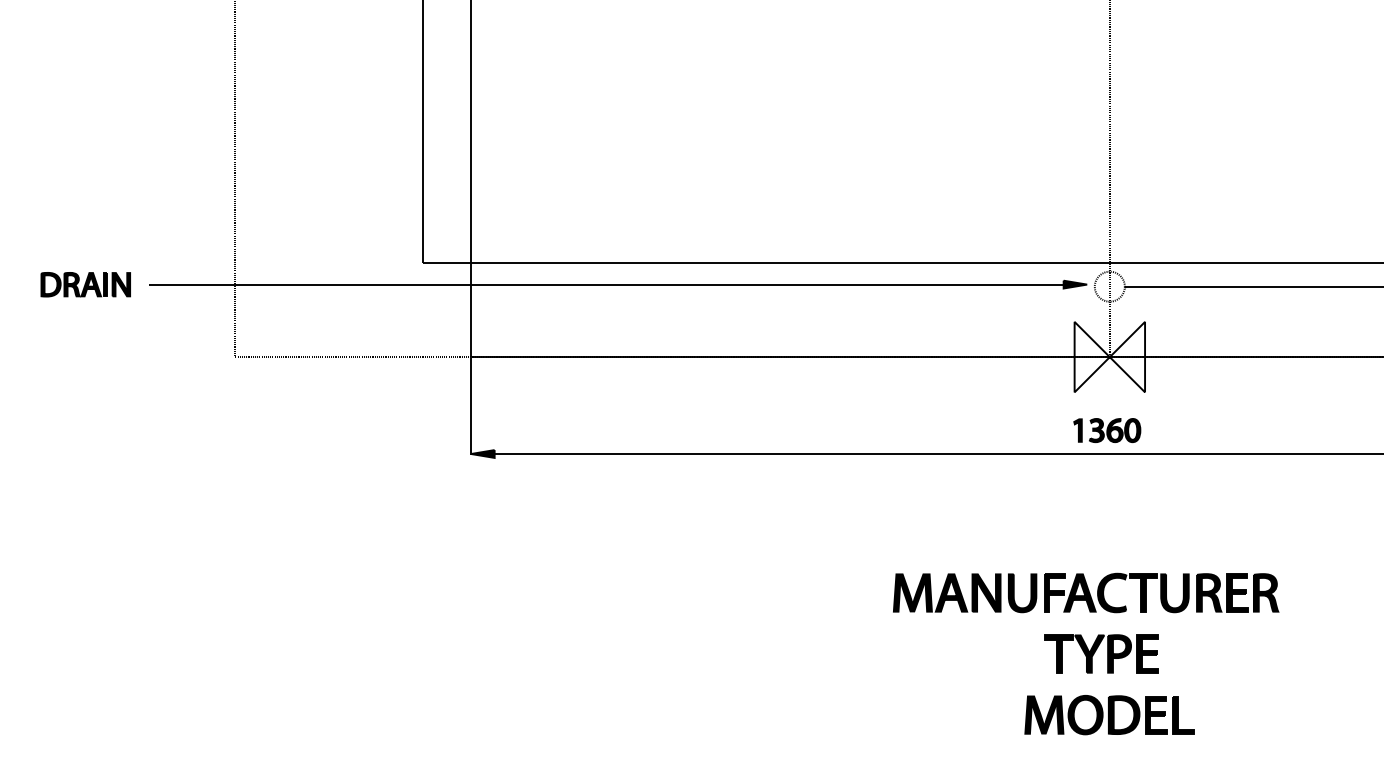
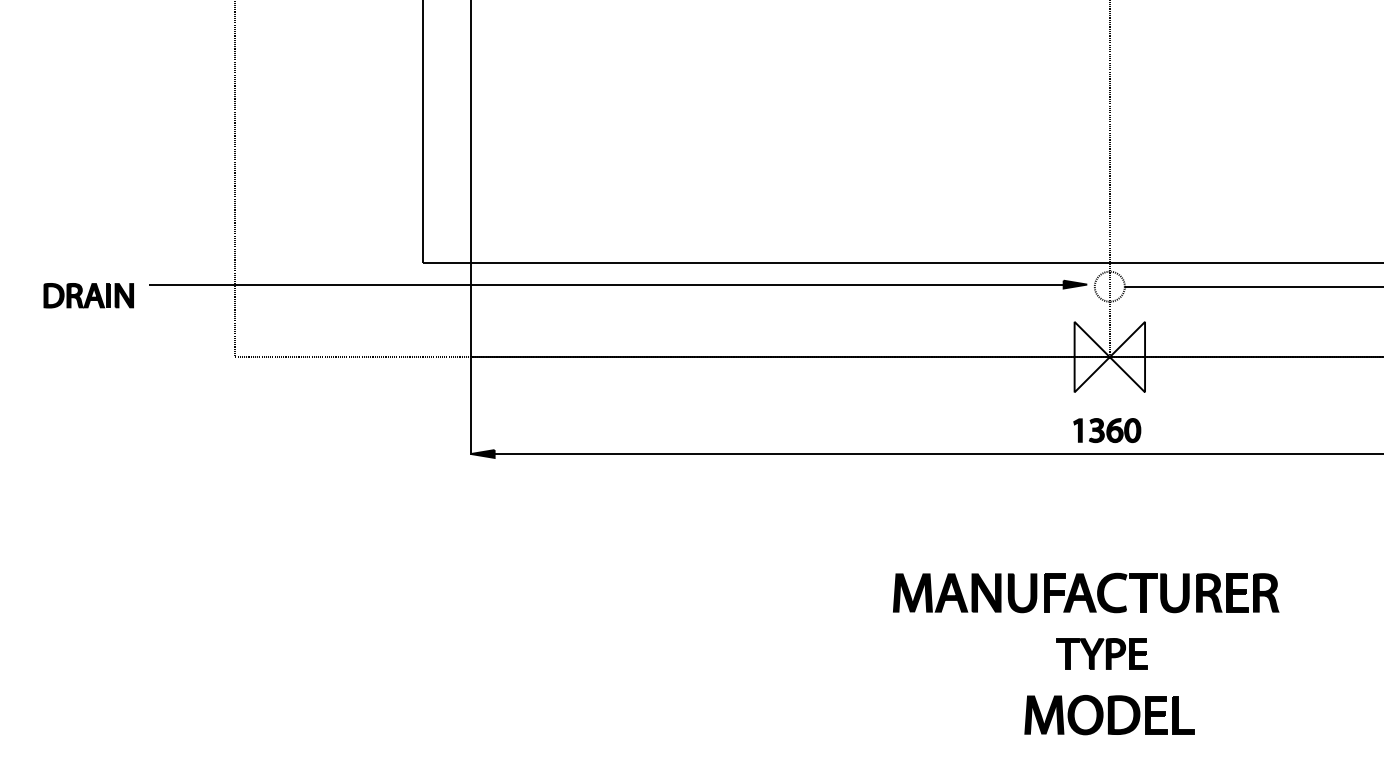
part at (85, 284) position: (85, 284) -> (88, 295)
part at (1101, 653) size: 115x40 px -> 92x32 px
